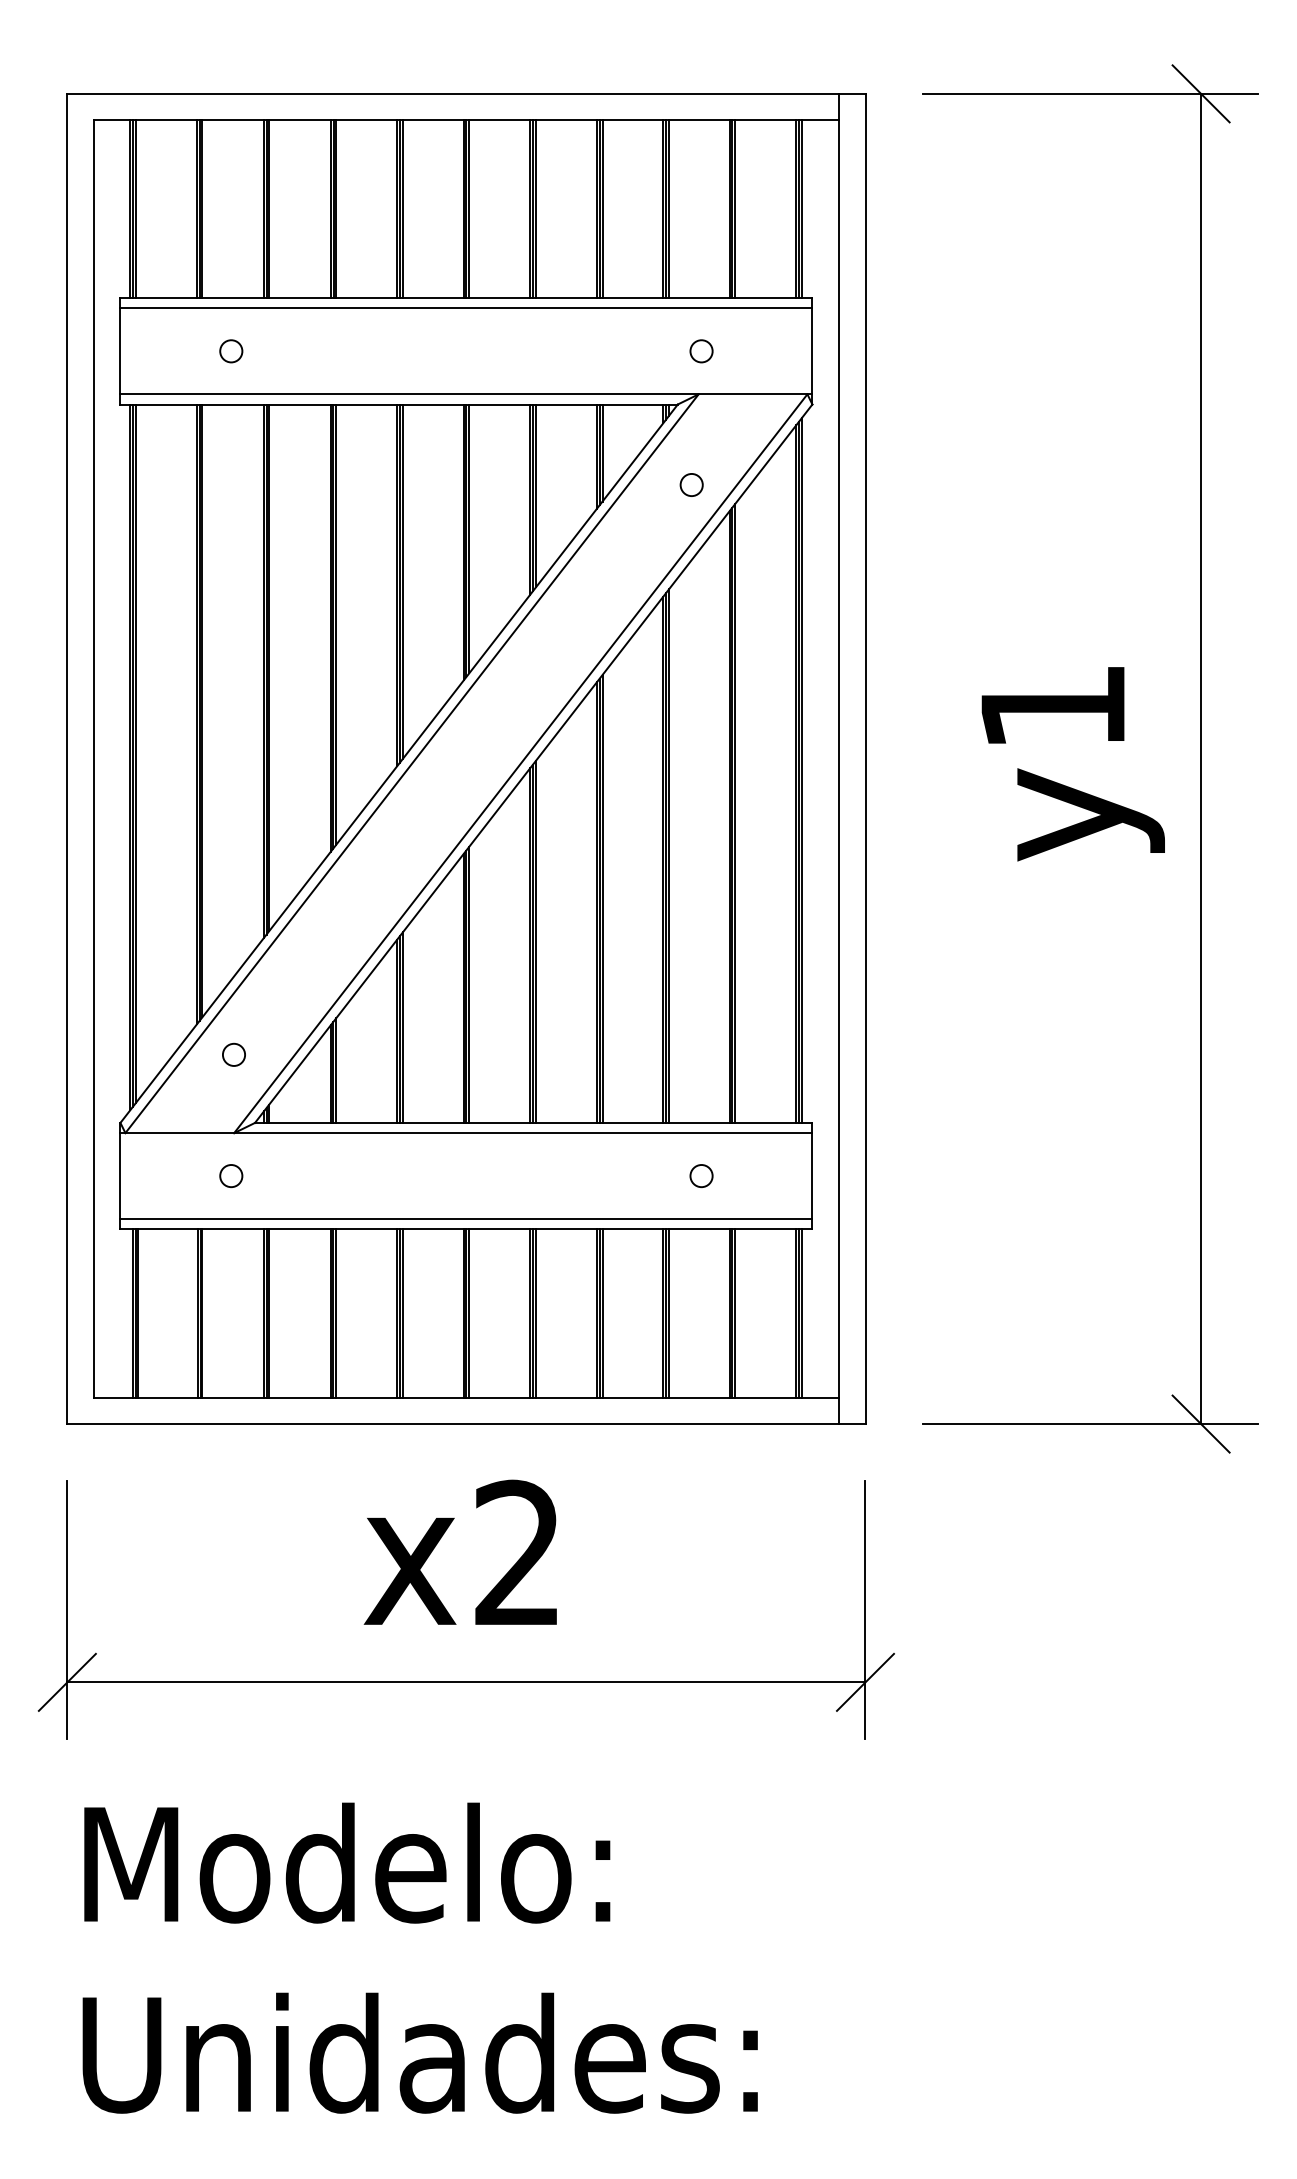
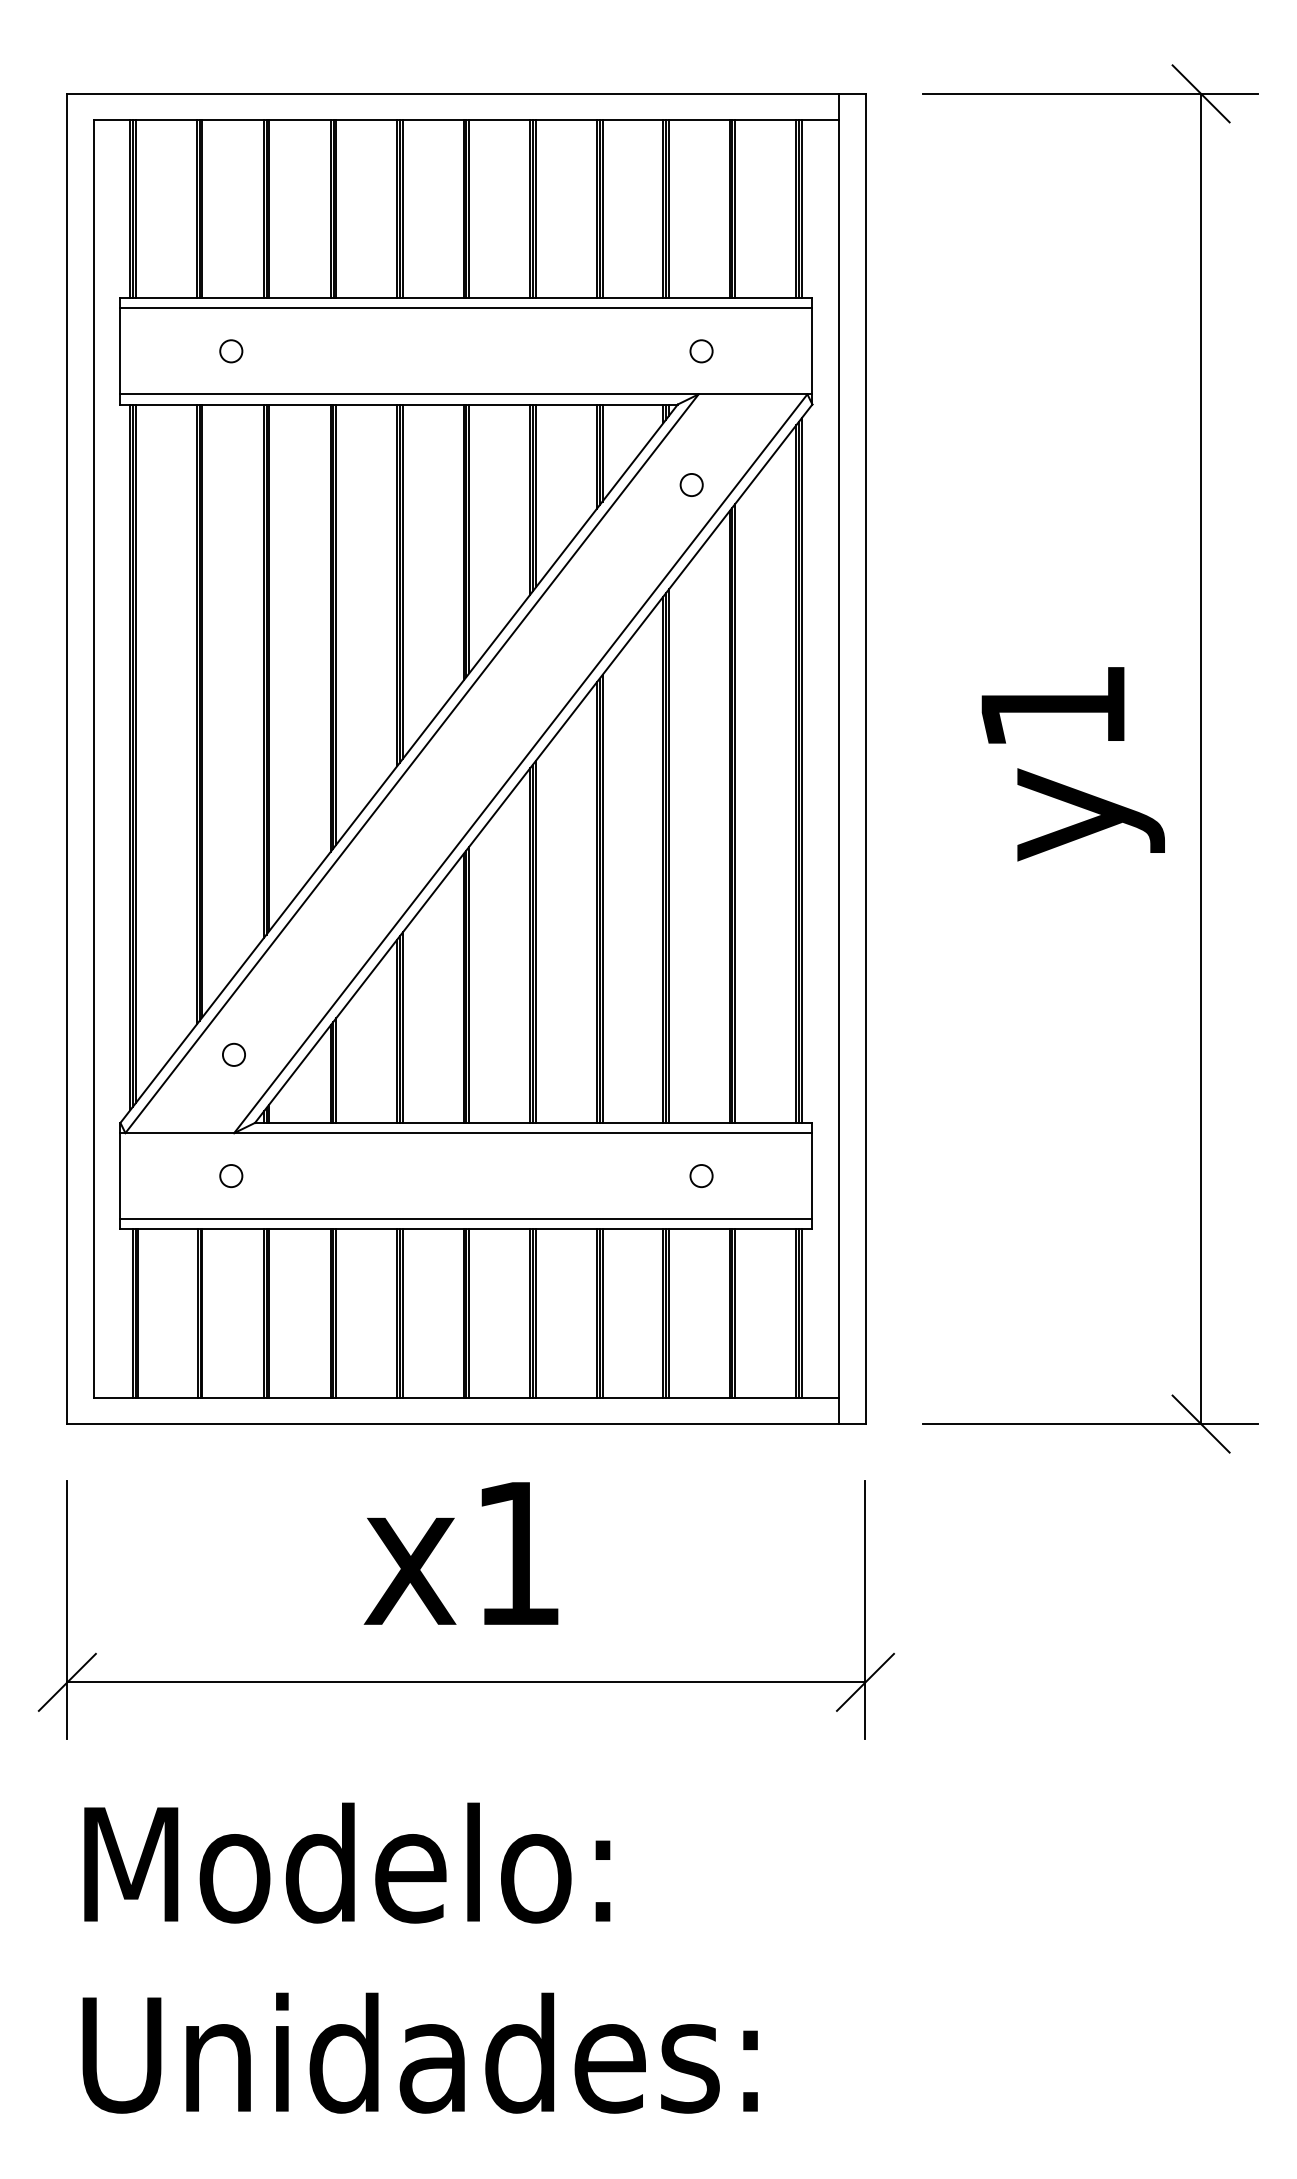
text at (516, 1551): x2 -> x1
